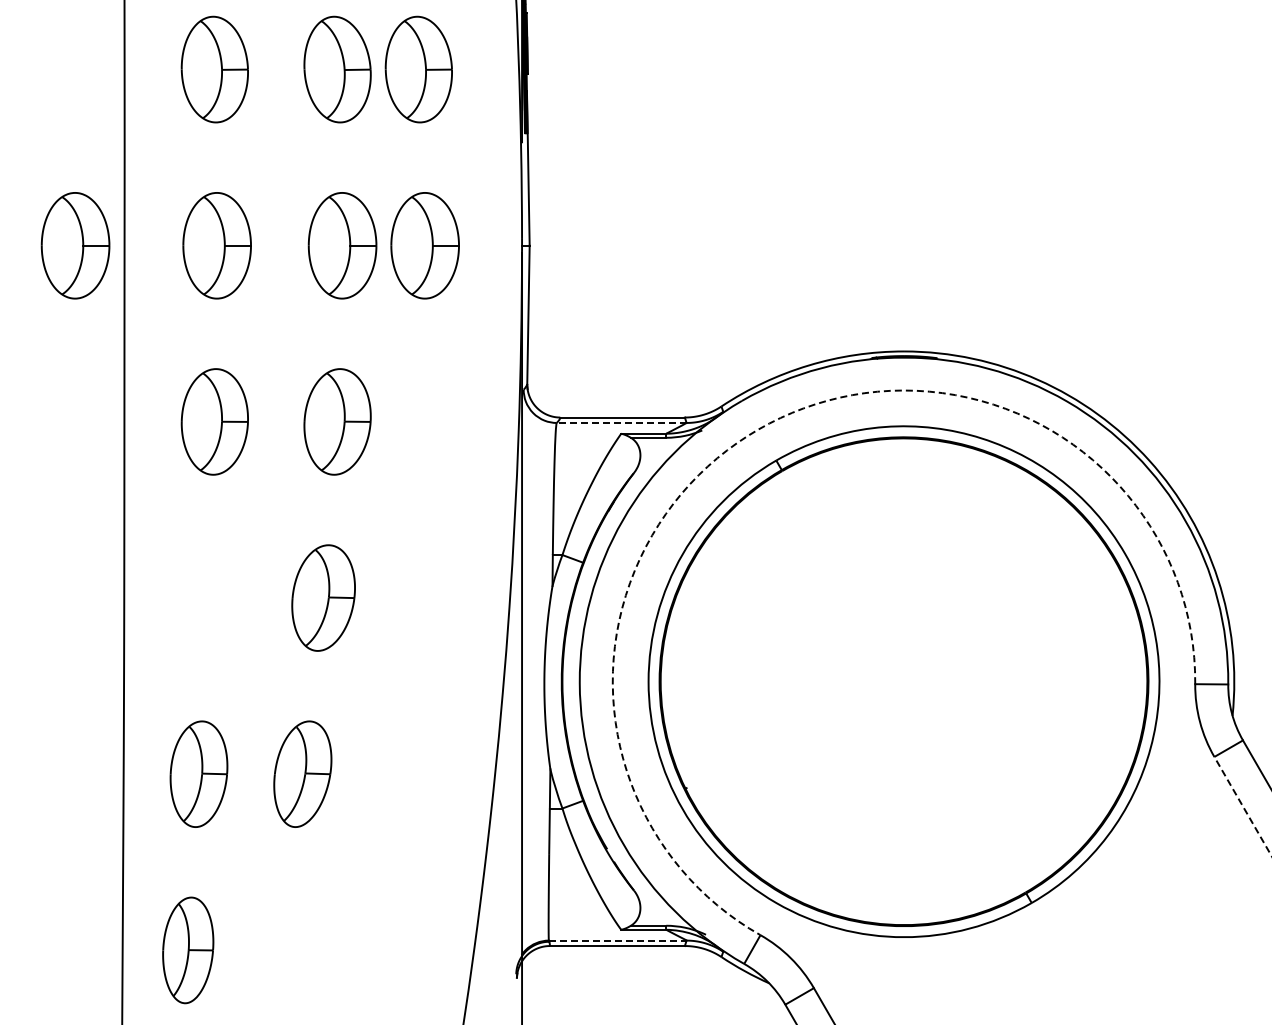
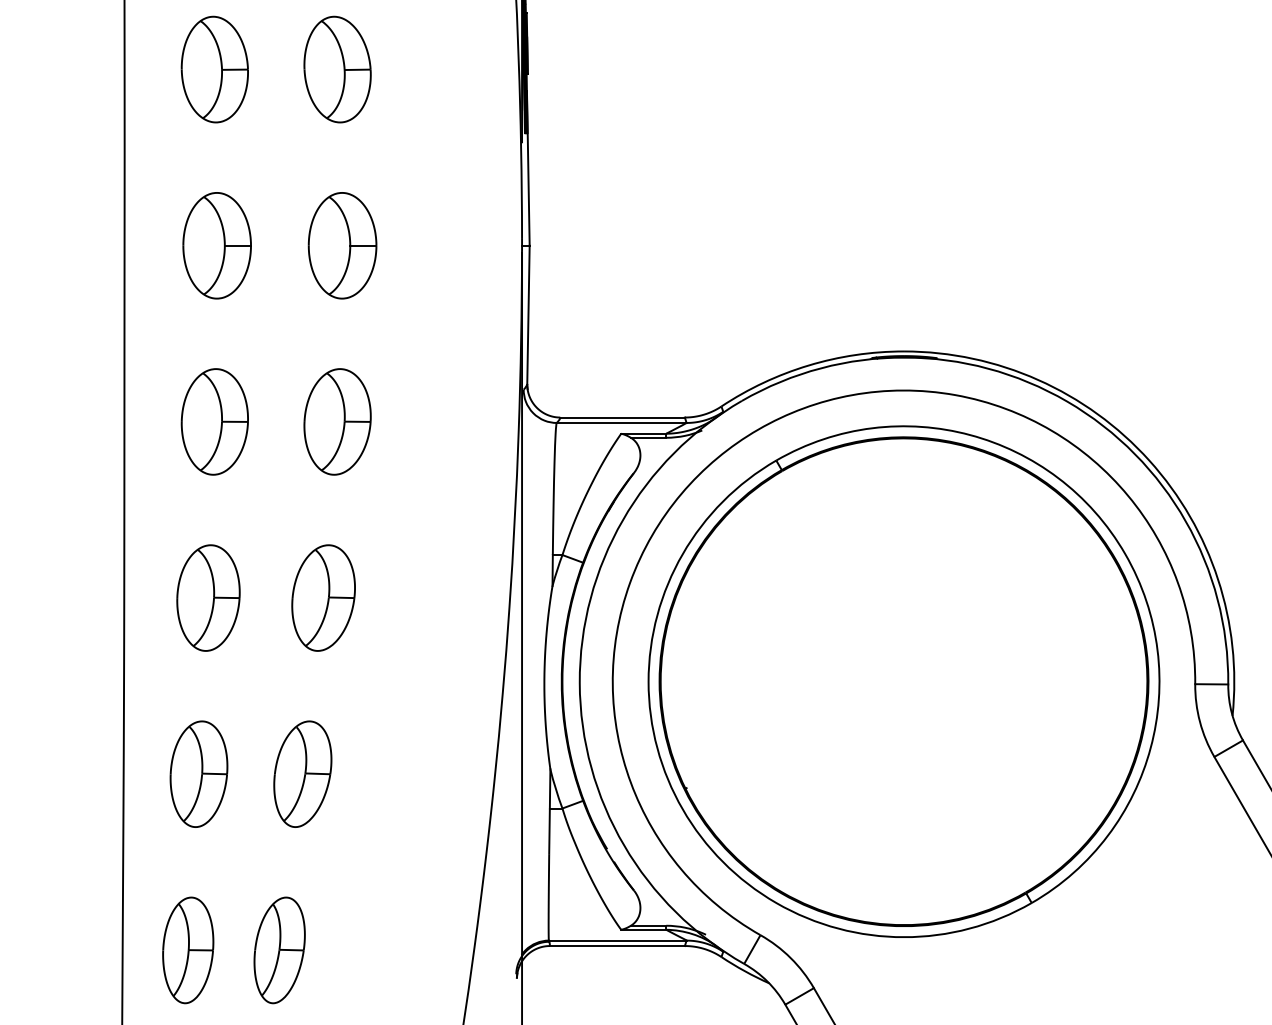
part at (418, 69): present -> none
part at (75, 245): present -> none
part at (424, 245): present -> none
line at (621, 422): dashed -> solid
arc at (758, 429): dashed -> solid
part at (208, 597): none -> present
line at (1242, 806): dashed -> solid
line at (617, 940): dashed -> solid
part at (279, 950): none -> present
